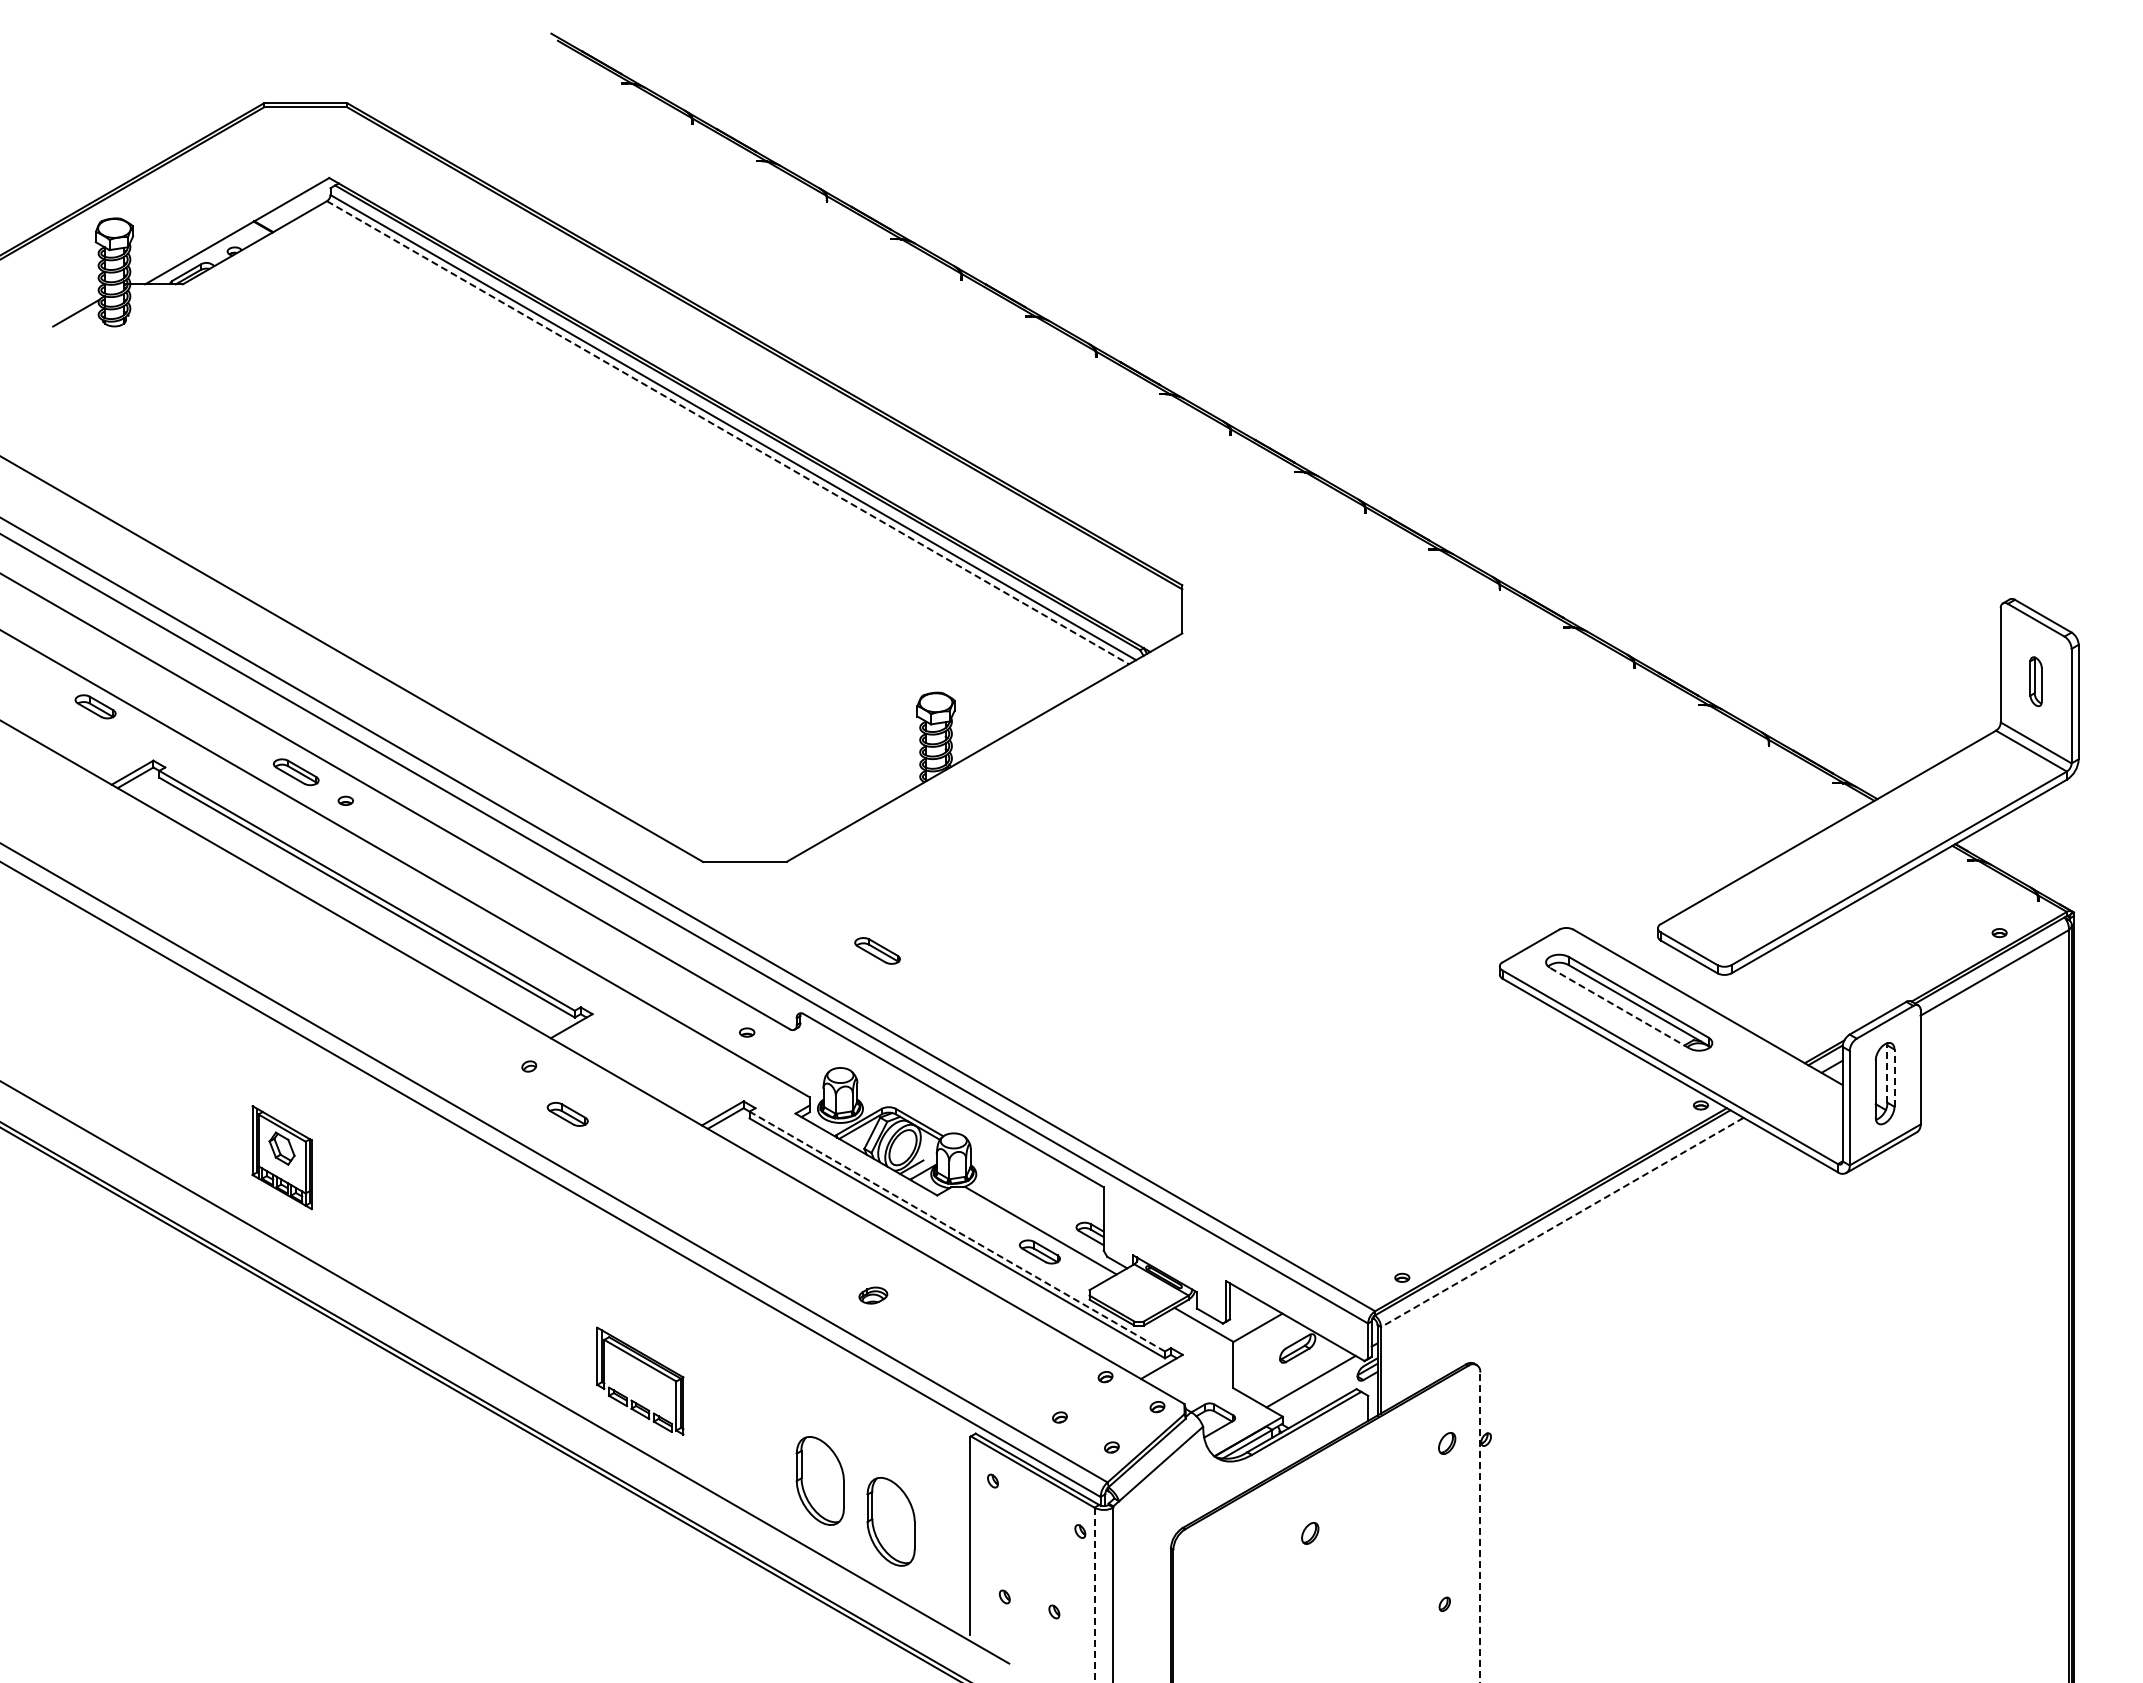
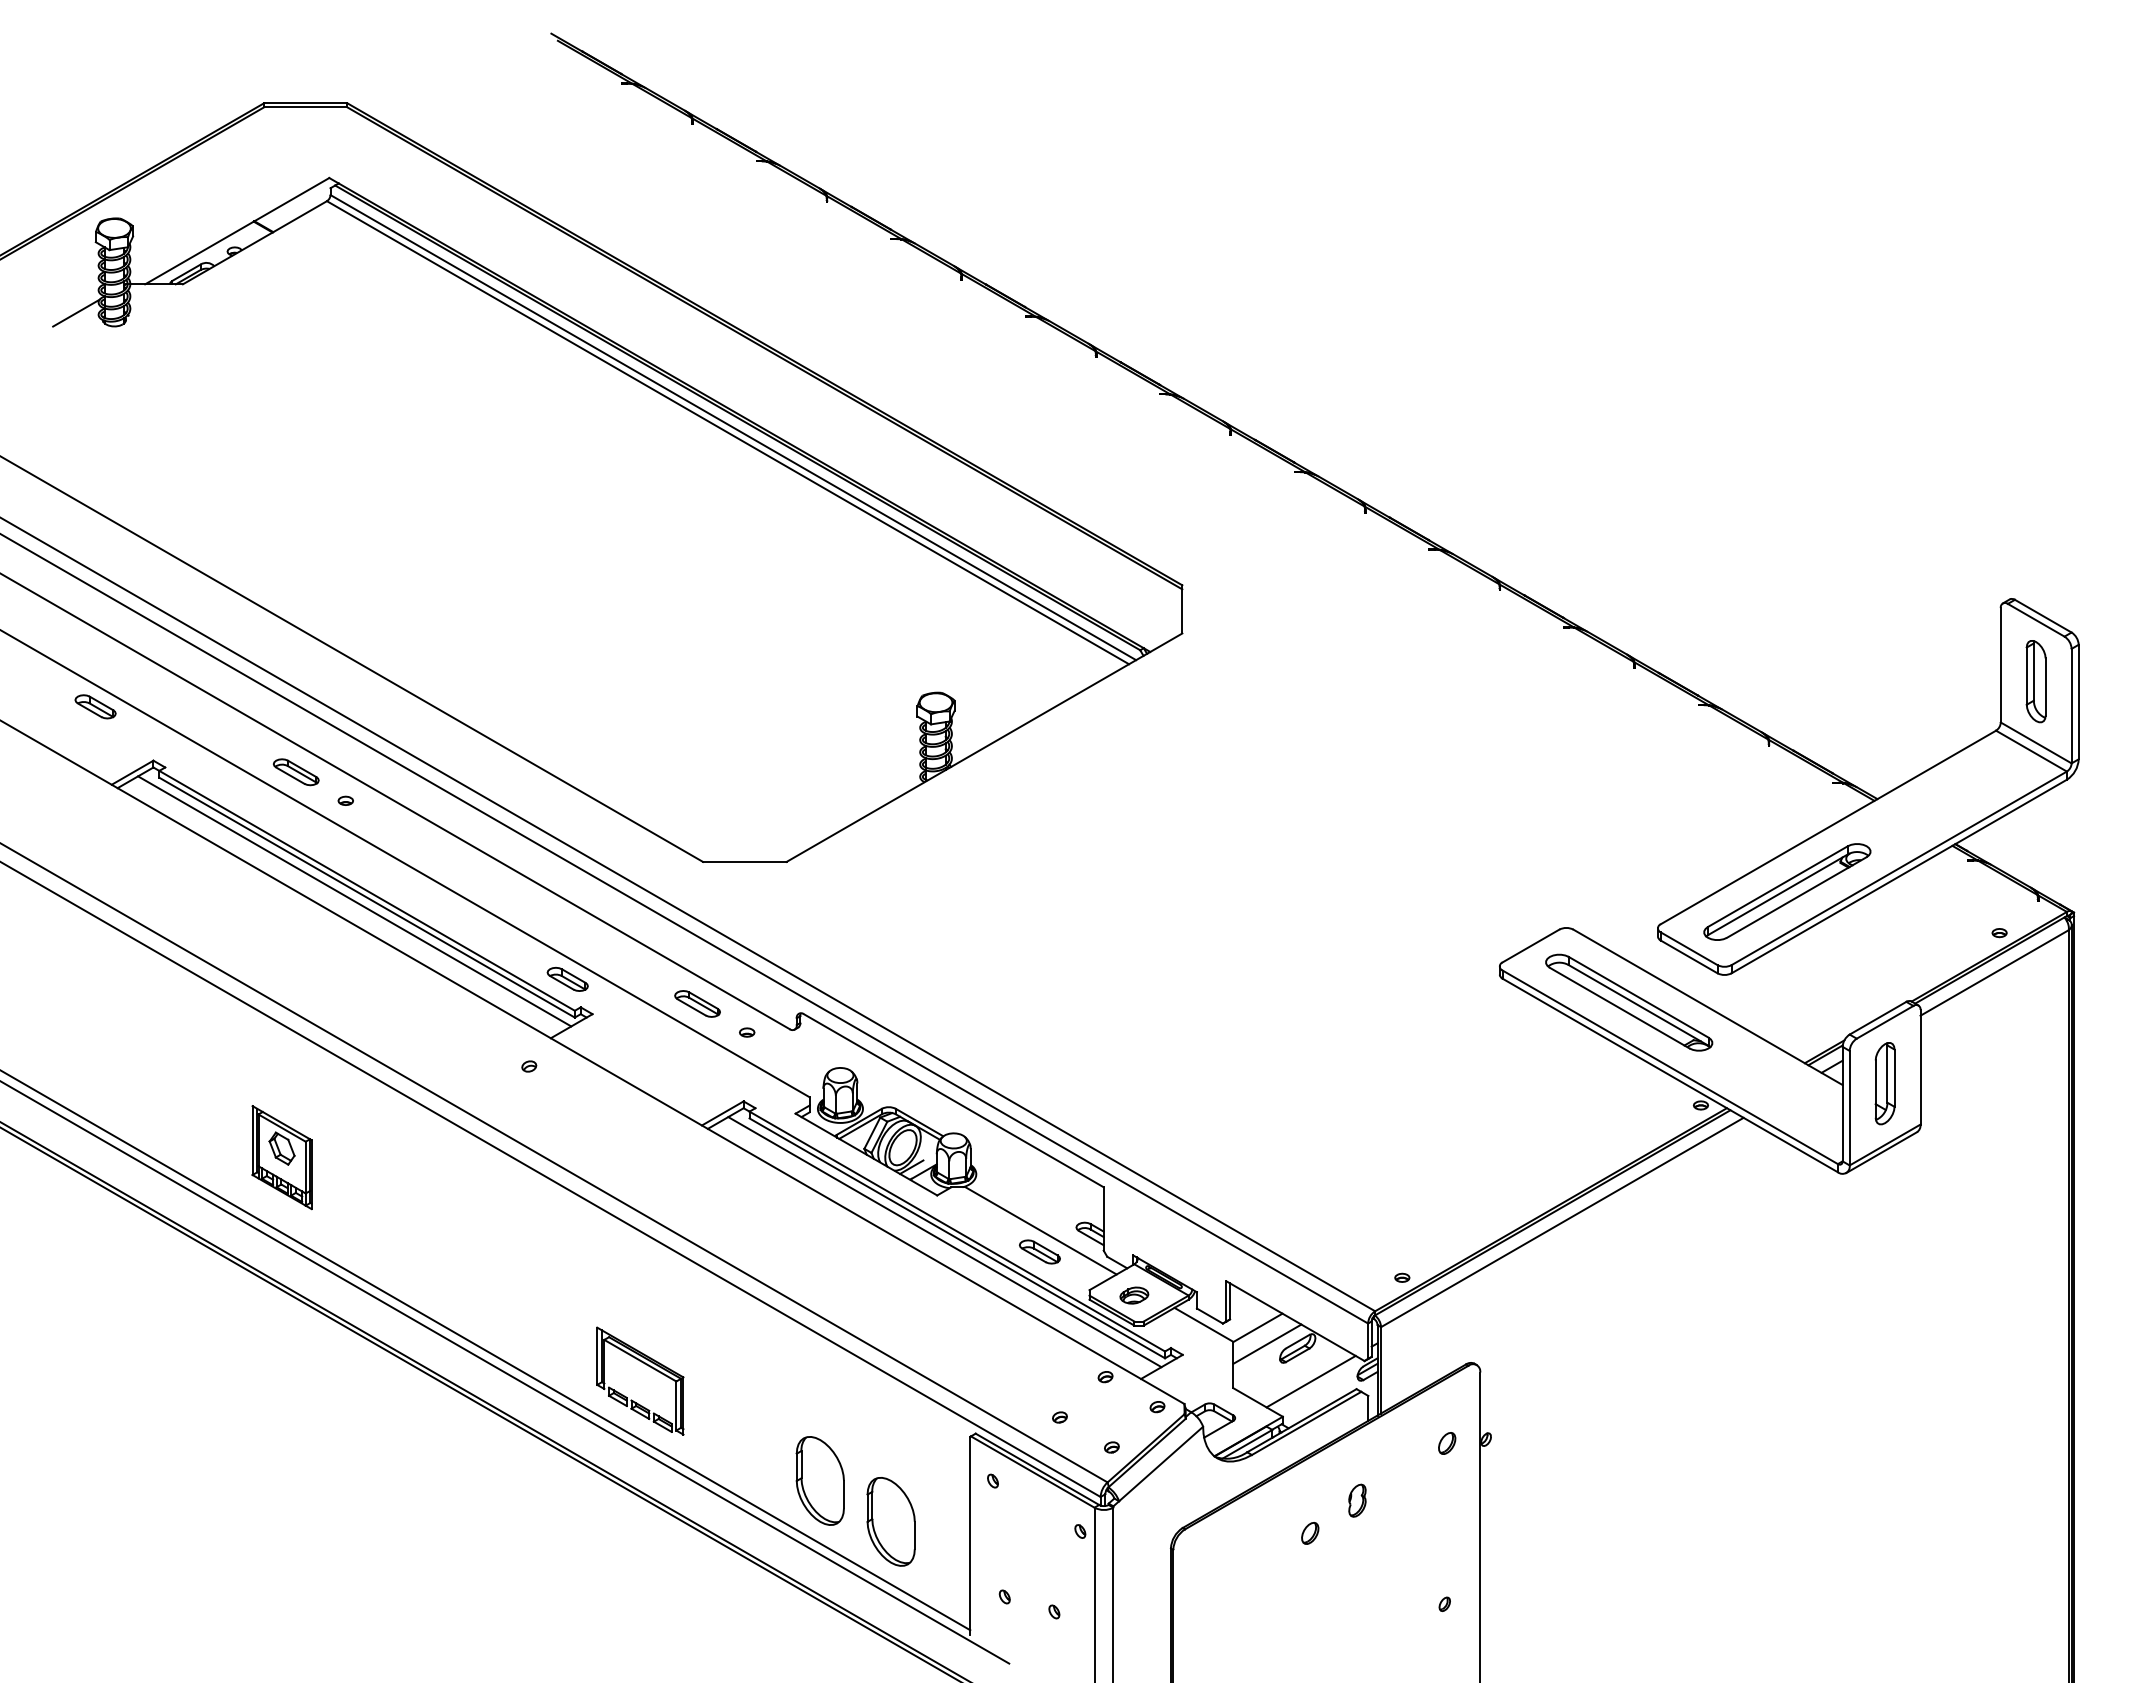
line at (728, 432): dashed -> solid
part at (2035, 681) size: 14x52 px -> 22x84 px
part at (1787, 891): none -> present
line at (354, 901): none -> present
part at (877, 950) position: (877, 950) -> (697, 1003)
line at (1619, 1008): dashed -> solid
line at (1887, 1074): dashed -> solid
line at (1894, 1078): dashed -> solid
part at (567, 1114) position: (567, 1114) -> (567, 979)
line at (1561, 1222): dashed -> solid
line at (957, 1231): dashed -> solid
line at (944, 1242): none -> present
part at (873, 1295) position: (873, 1295) -> (1134, 1295)
line at (1267, 1343): none -> present
line at (486, 1350): none -> present
part at (1357, 1500): none -> present
line at (1480, 1527): dashed -> solid
line at (1094, 1595): dashed -> solid
